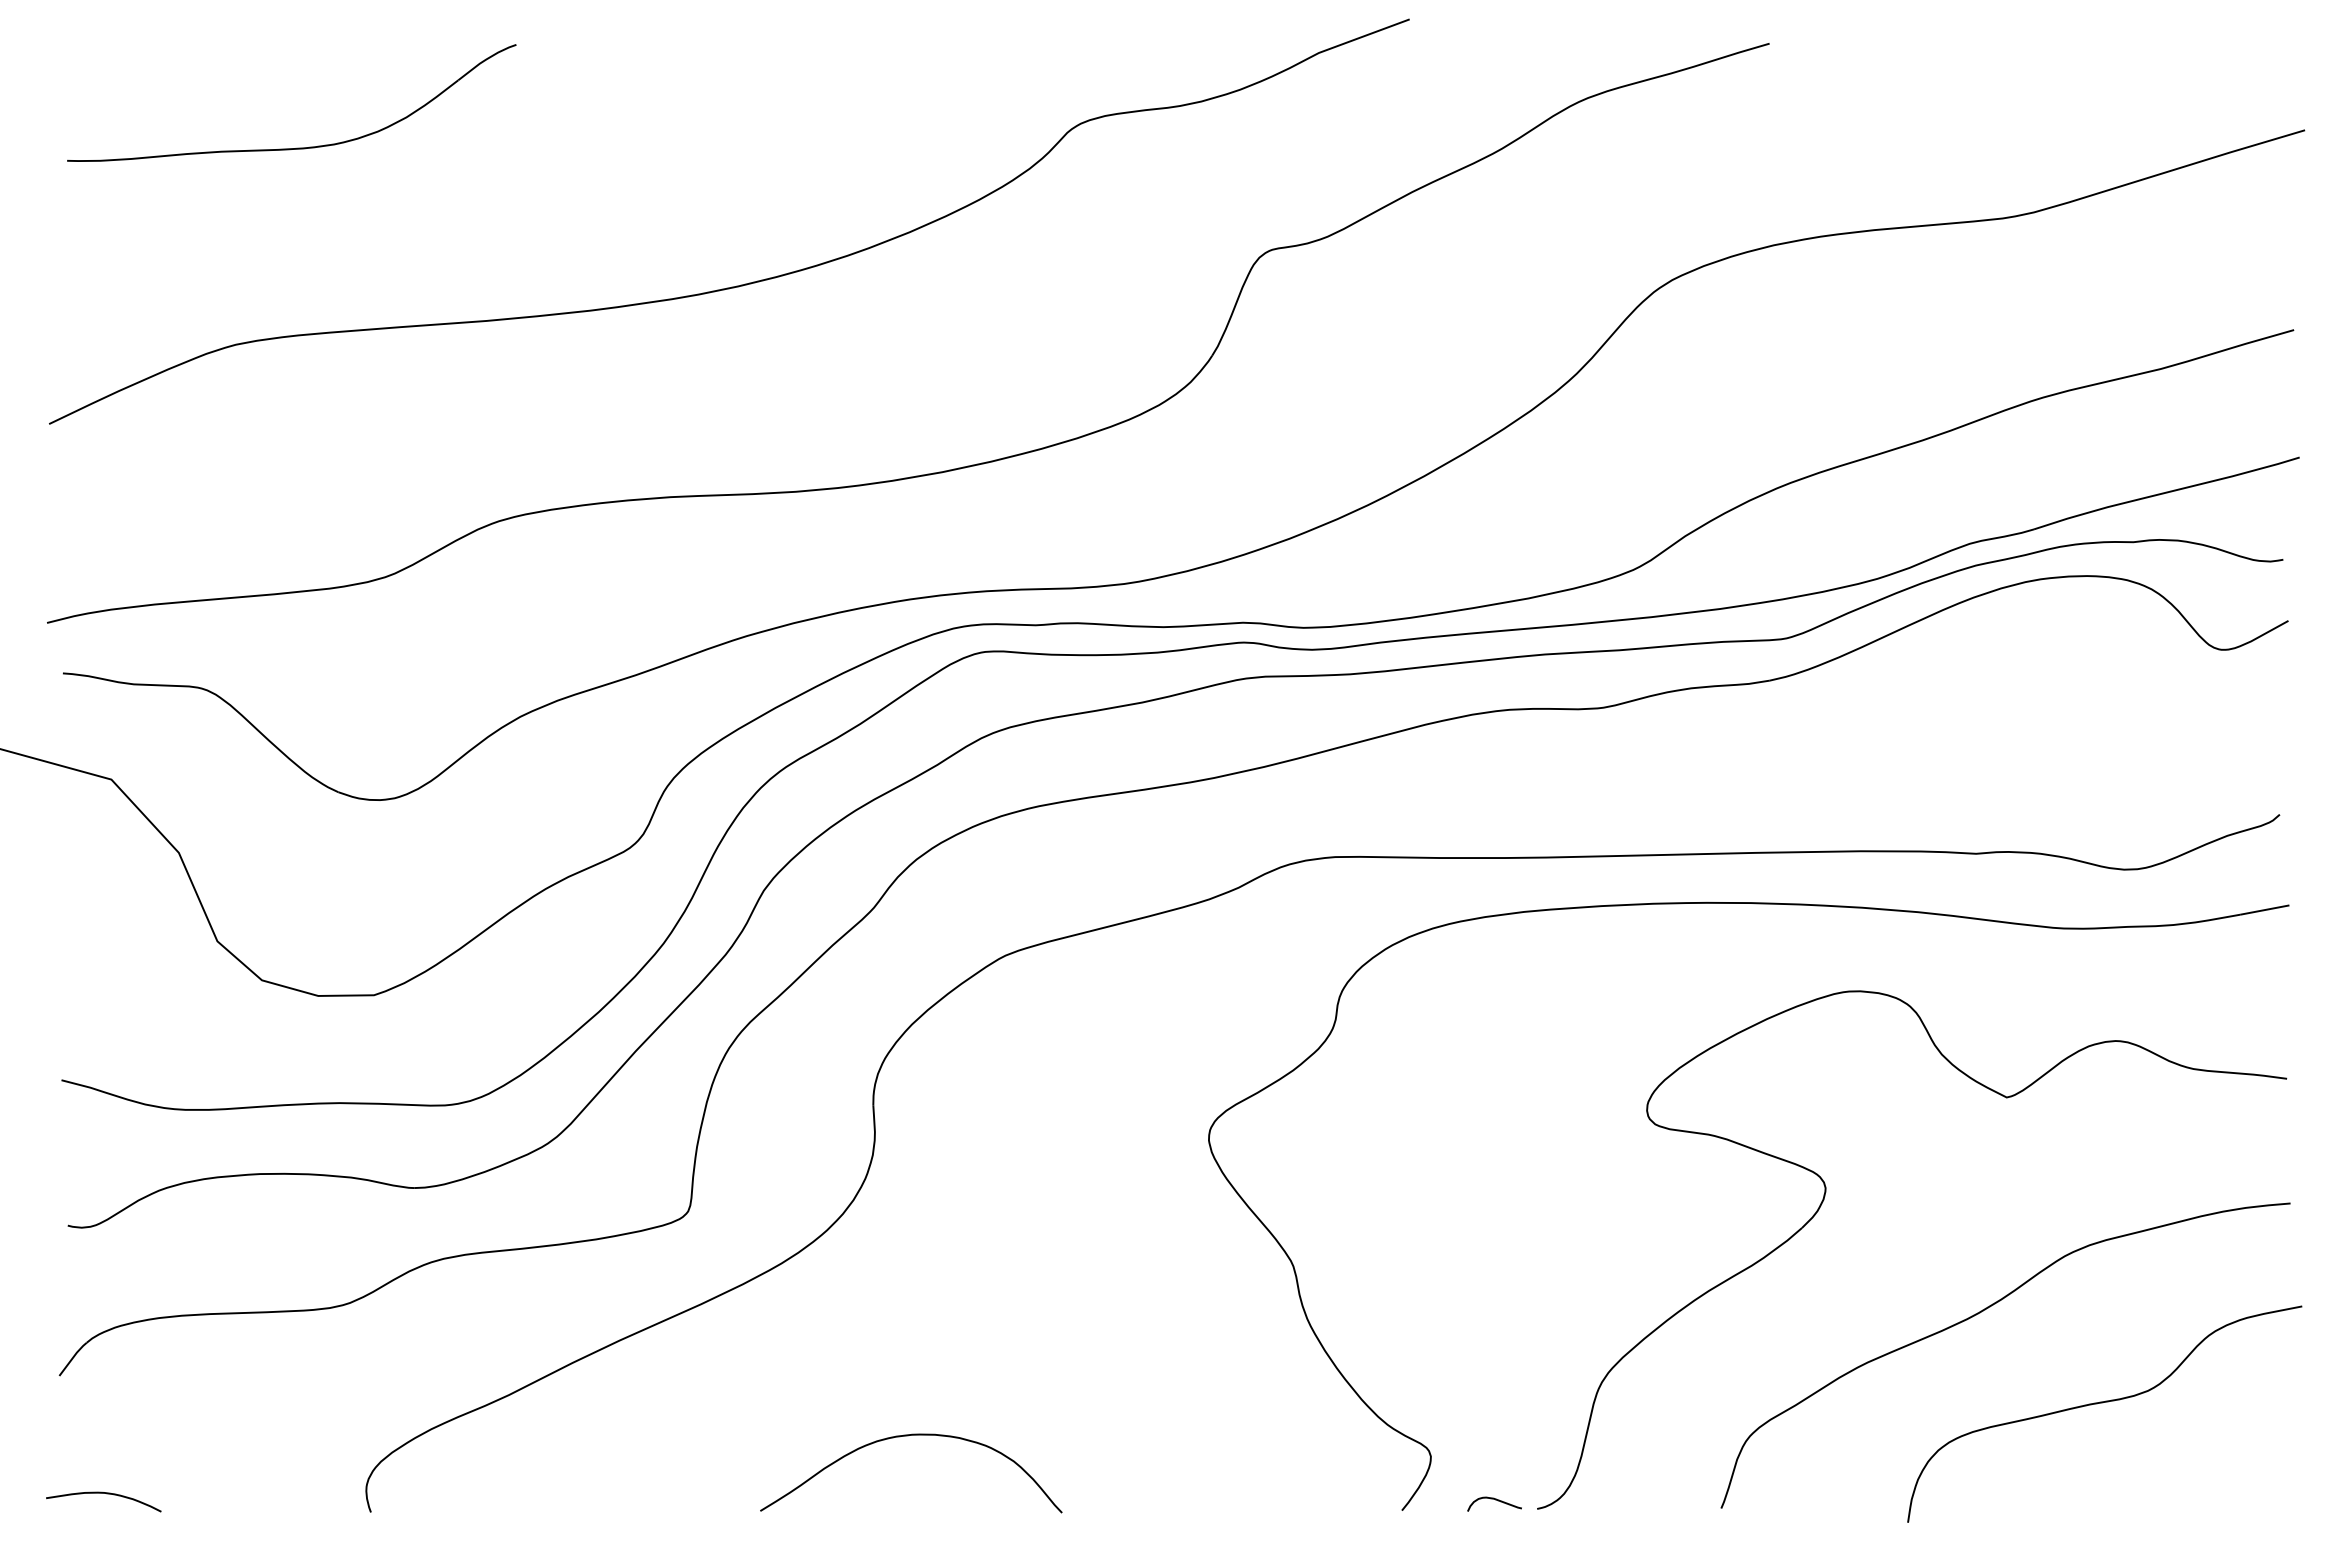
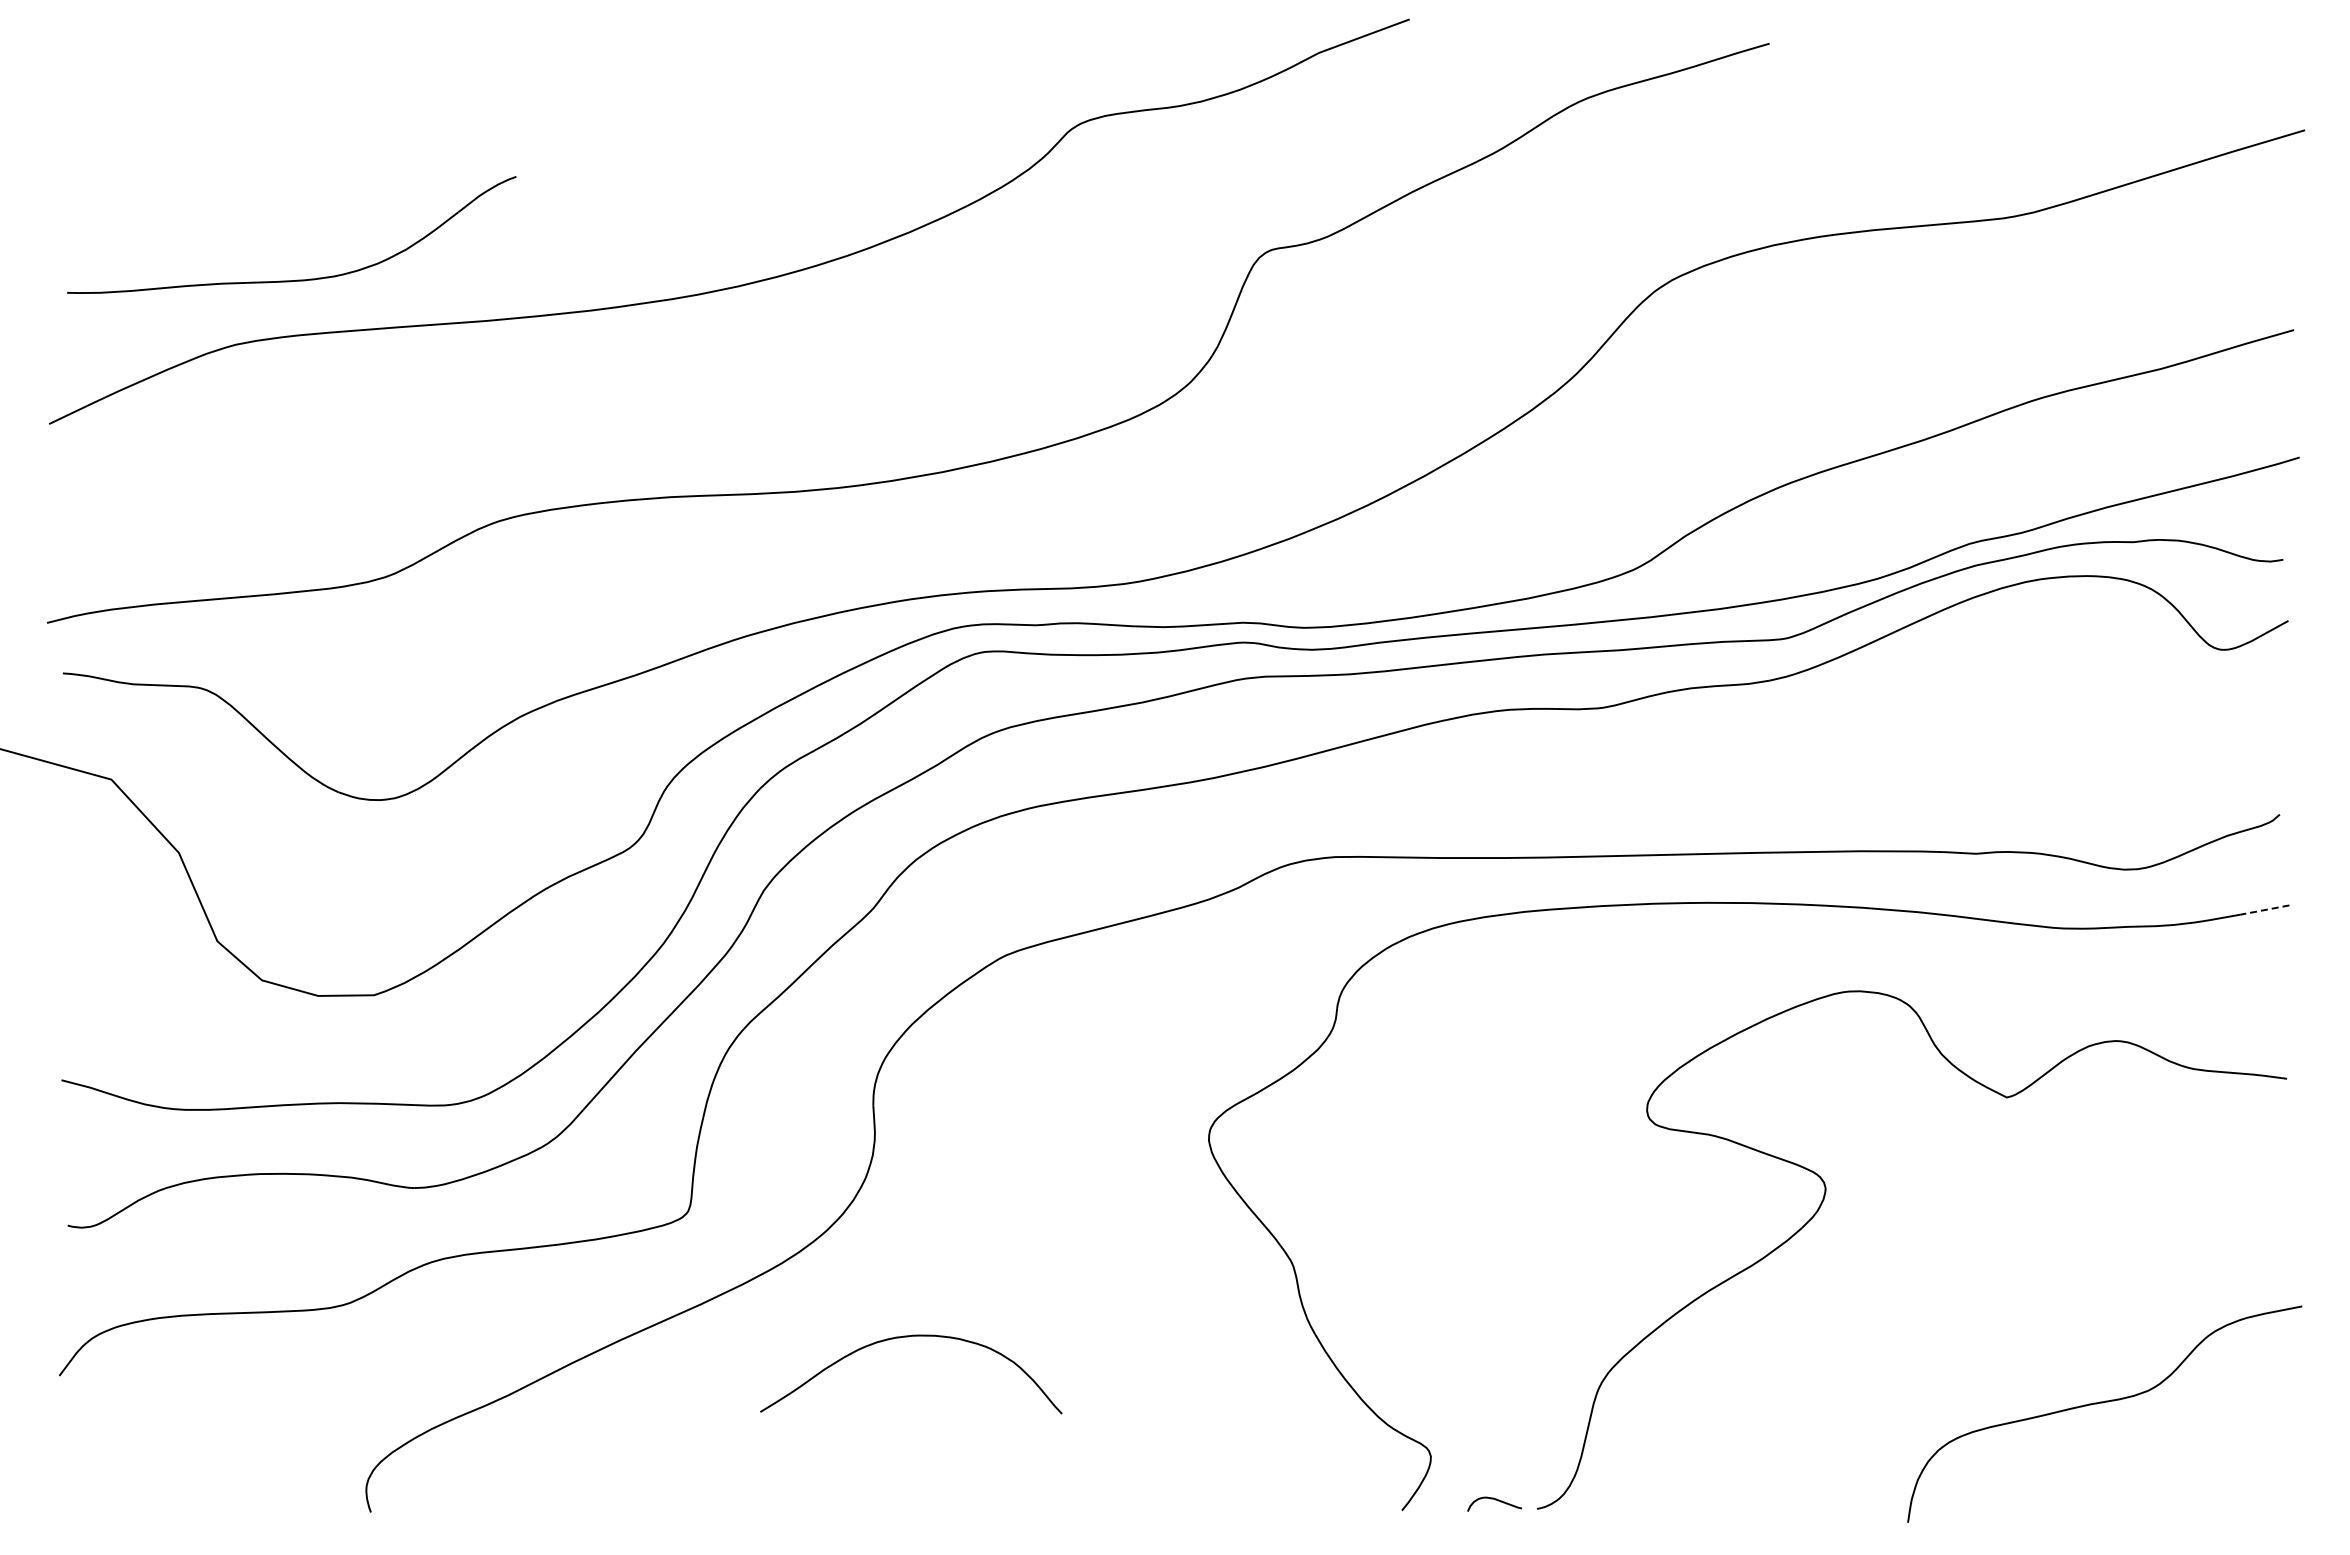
part at (296, 147) position: (296, 147) -> (296, 279)
line at (2264, 910): solid -> dashed
curve at (1980, 1313): present -> none
curve at (908, 1436) position: (908, 1436) -> (908, 1337)
curve at (106, 1494): present -> none
